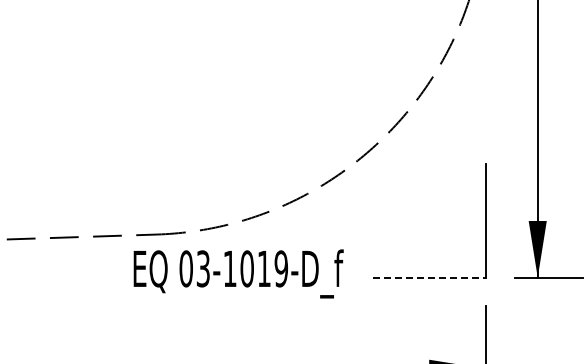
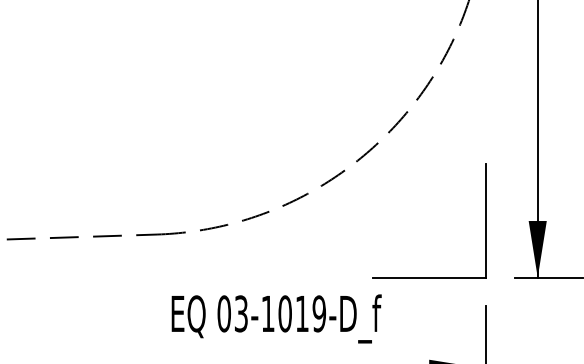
text at (238, 273) position: (238, 273) -> (276, 318)
line at (429, 277): dashed -> solid
